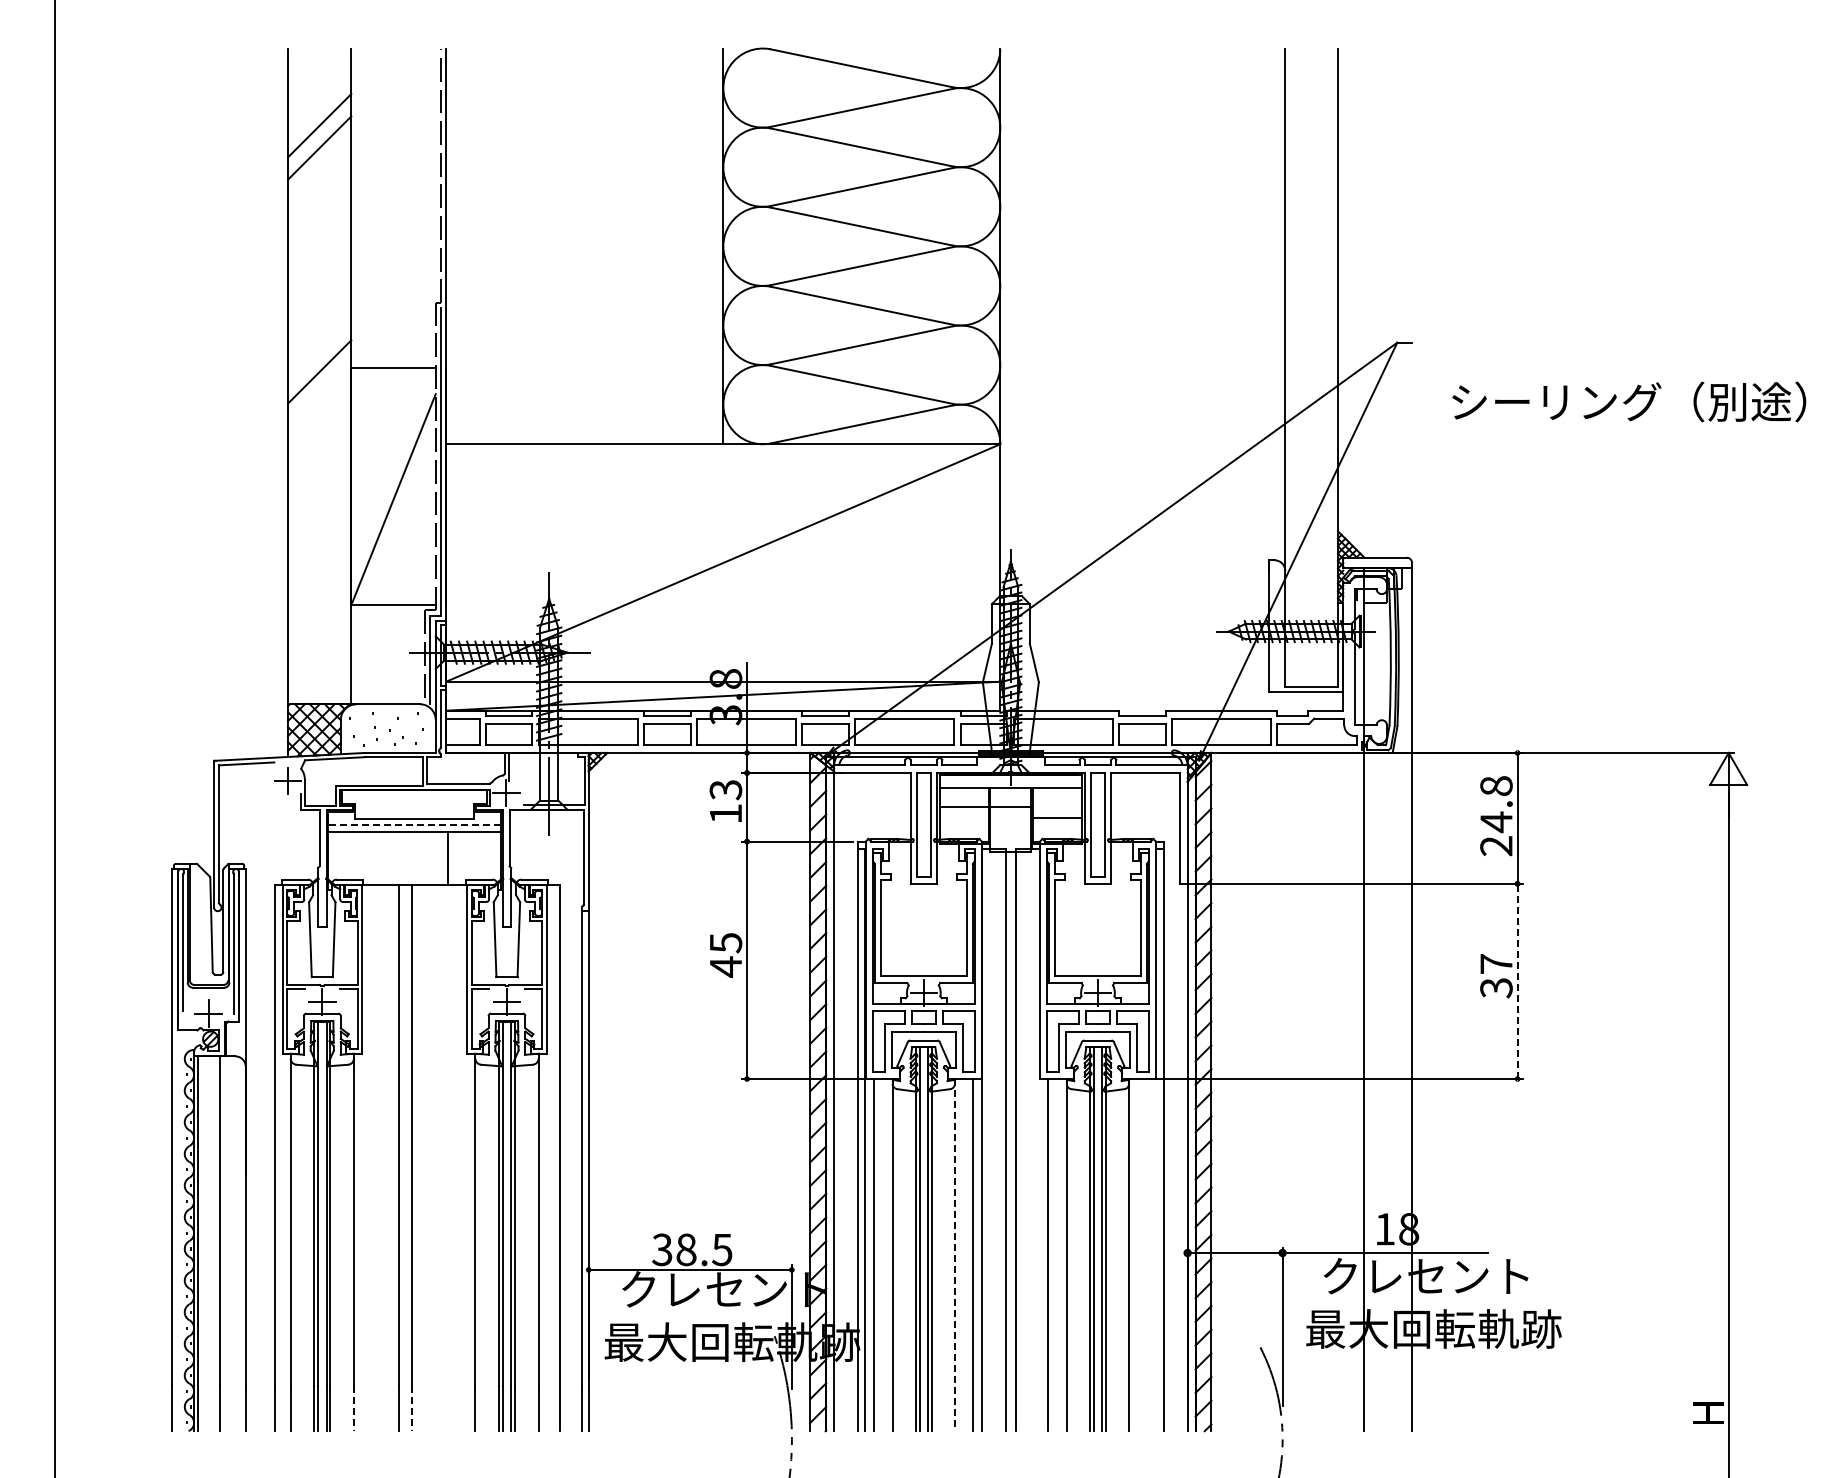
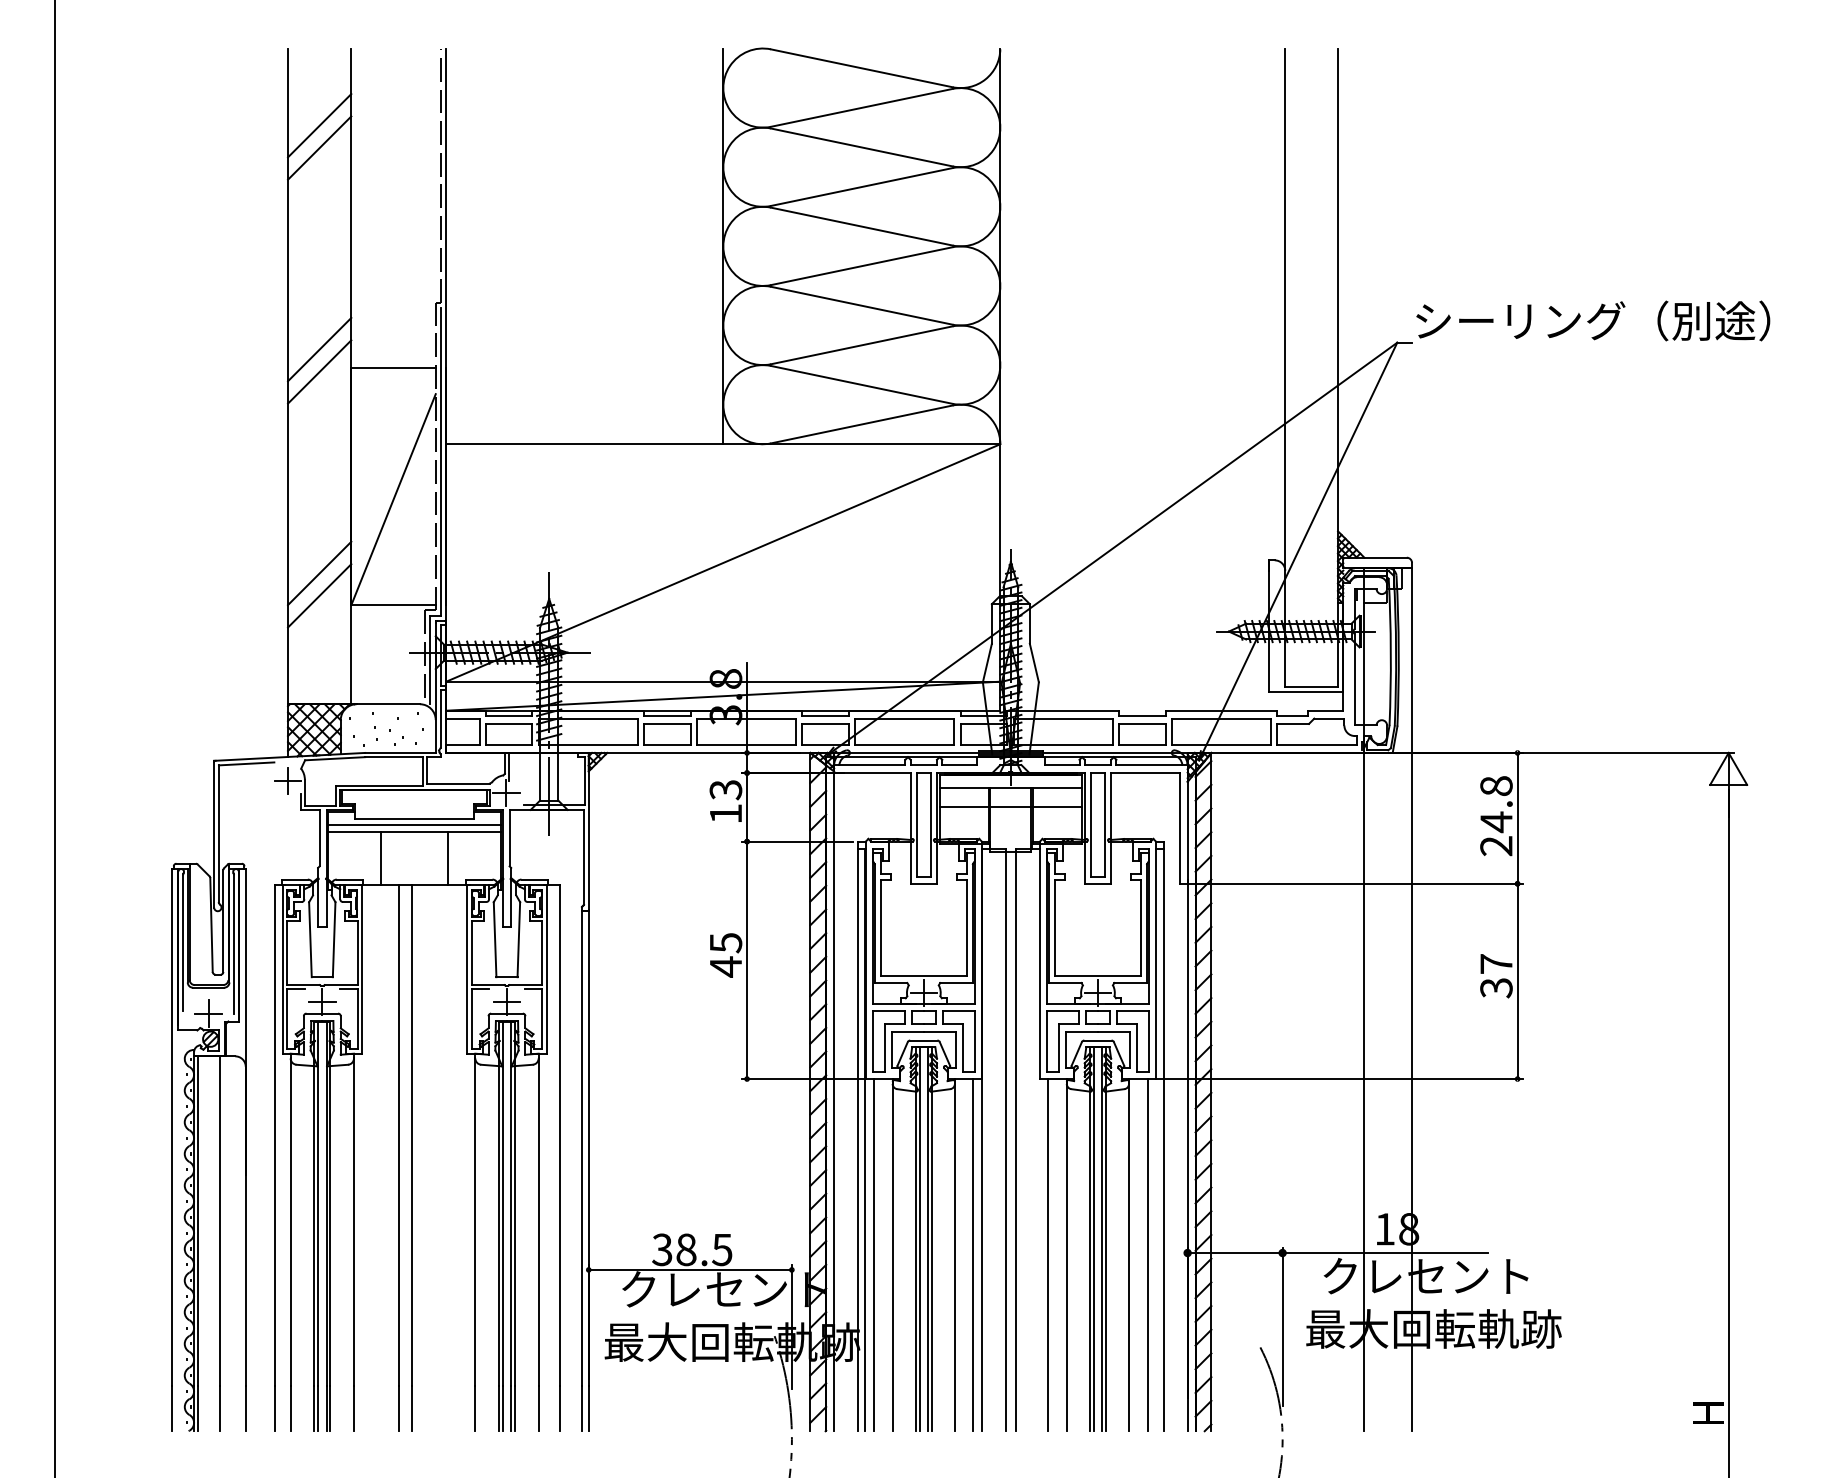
line at (319, 349): none -> present
text at (1629, 401) position: (1629, 401) -> (1593, 320)
line at (319, 573): none -> present
line at (319, 595): none -> present
line at (1057, 817) position: (1057, 817) -> (1057, 806)
line at (414, 824): dashed -> solid
line at (380, 858): none -> present
line at (1517, 981): dashed -> solid
line at (954, 1255): dashed -> solid
line at (1147, 1255): none -> present
line at (353, 1408): dashed -> solid
line at (412, 1408): dashed -> solid
